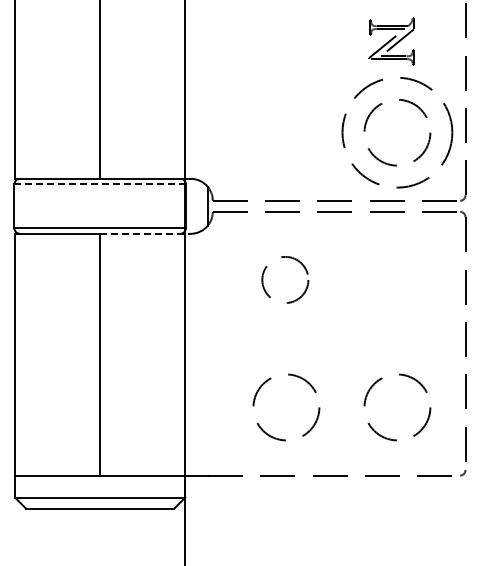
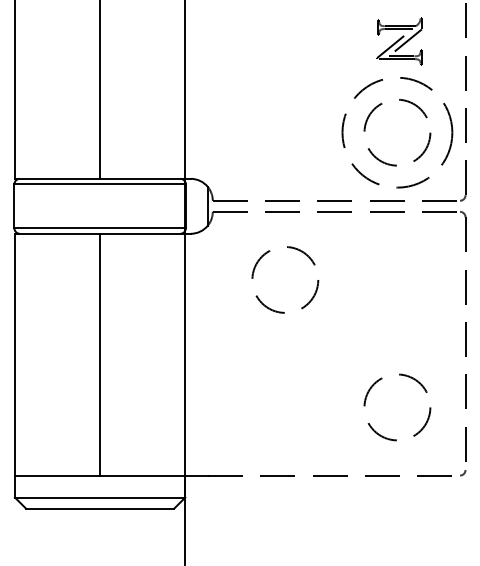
part at (391, 41) position: (391, 41) -> (399, 41)
line at (100, 184): dashed -> solid
line at (145, 233): dashed -> solid
circle at (285, 279) size: 49x48 px -> 69x68 px
circle at (286, 407): present -> none
